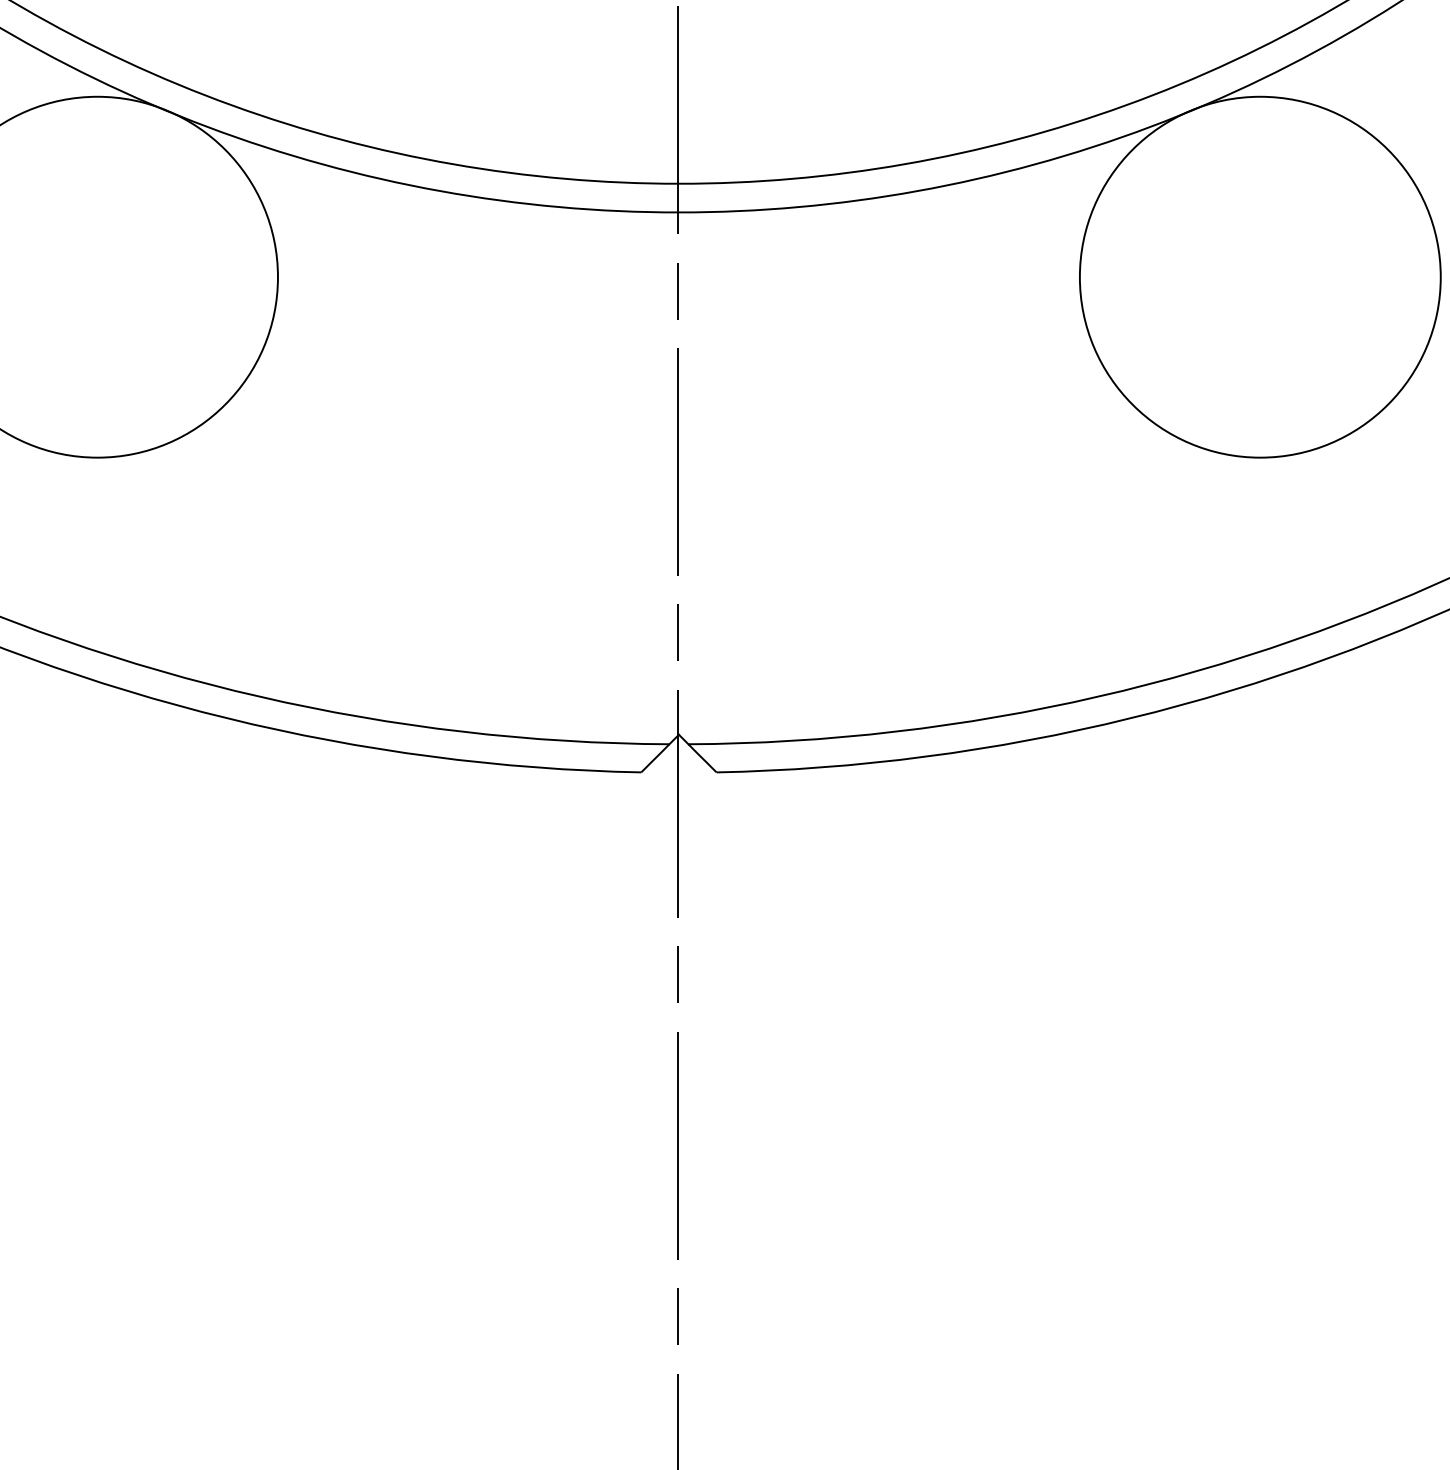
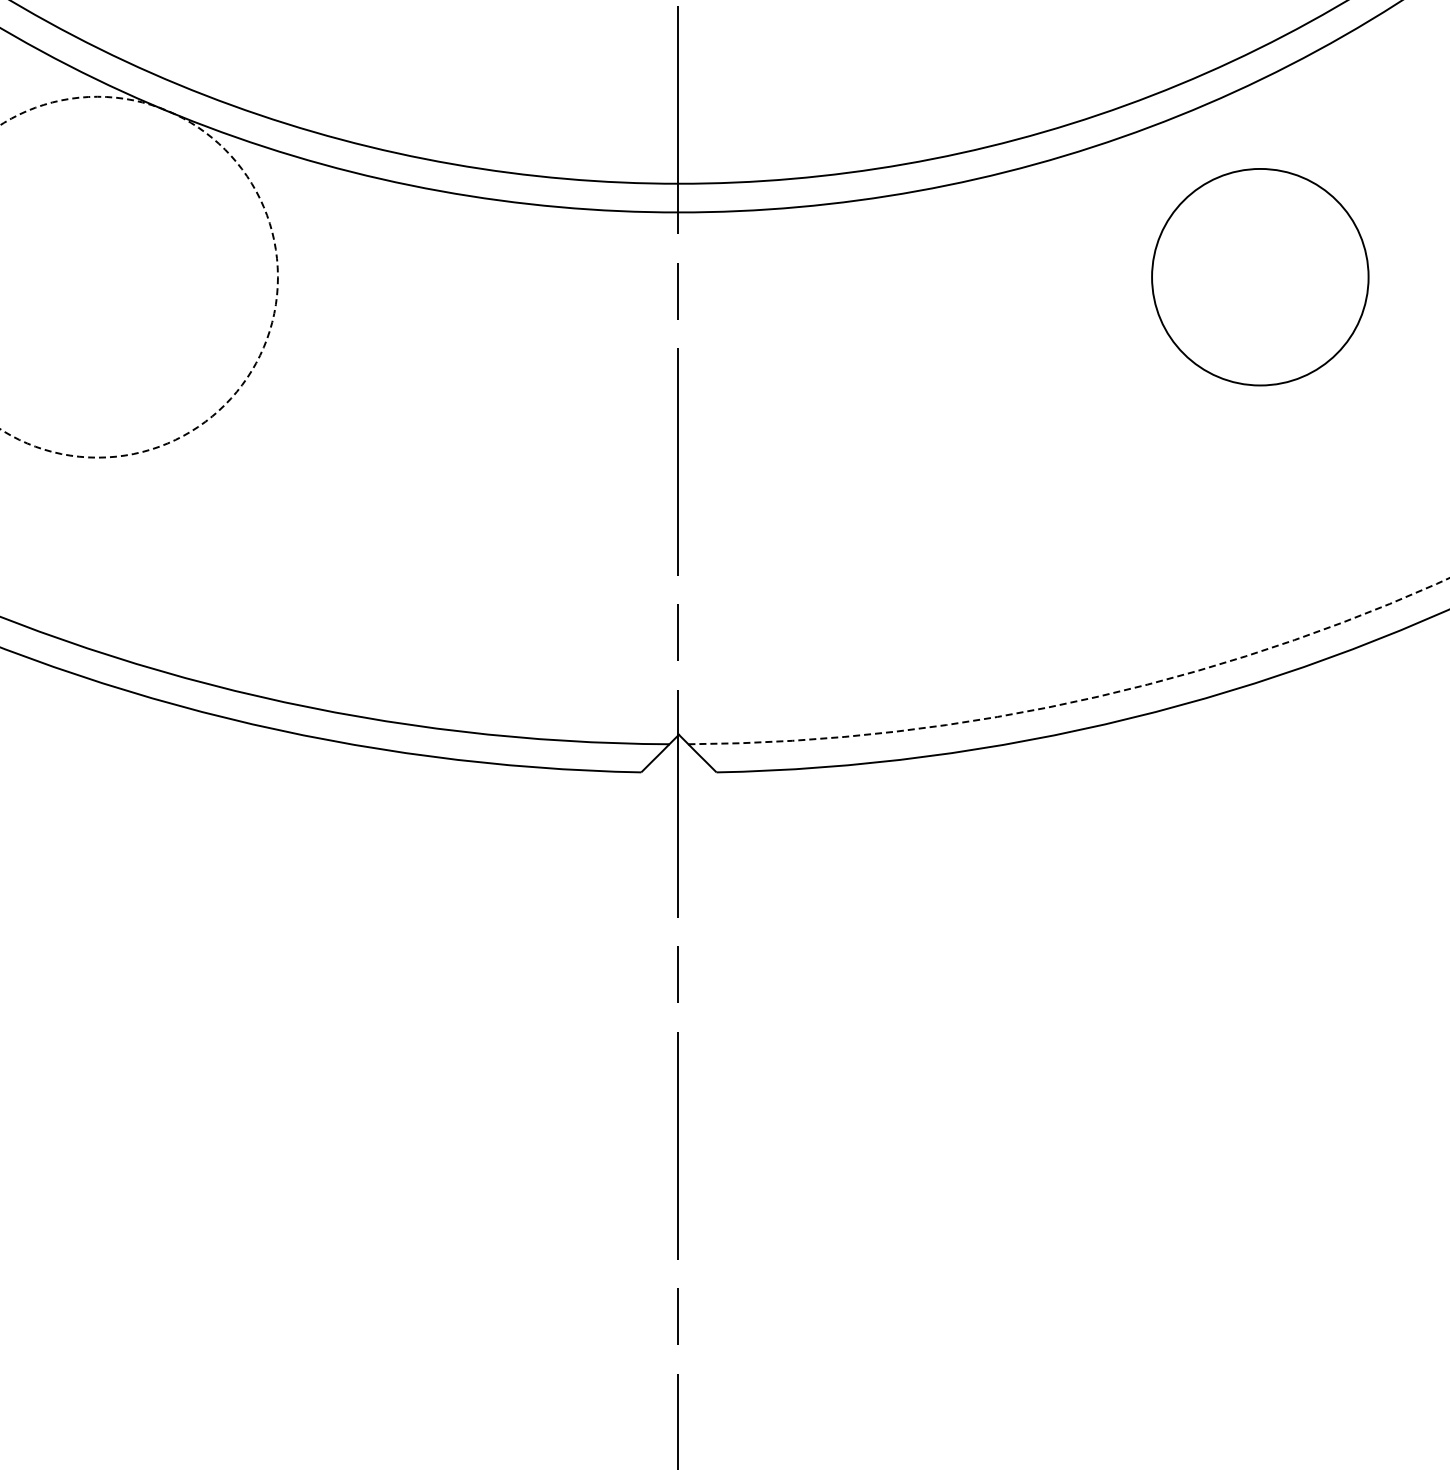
circle at (138, 276): solid -> dashed
circle at (1259, 276) diameter: 361 px -> 217 px
arc at (1078, 700): solid -> dashed
